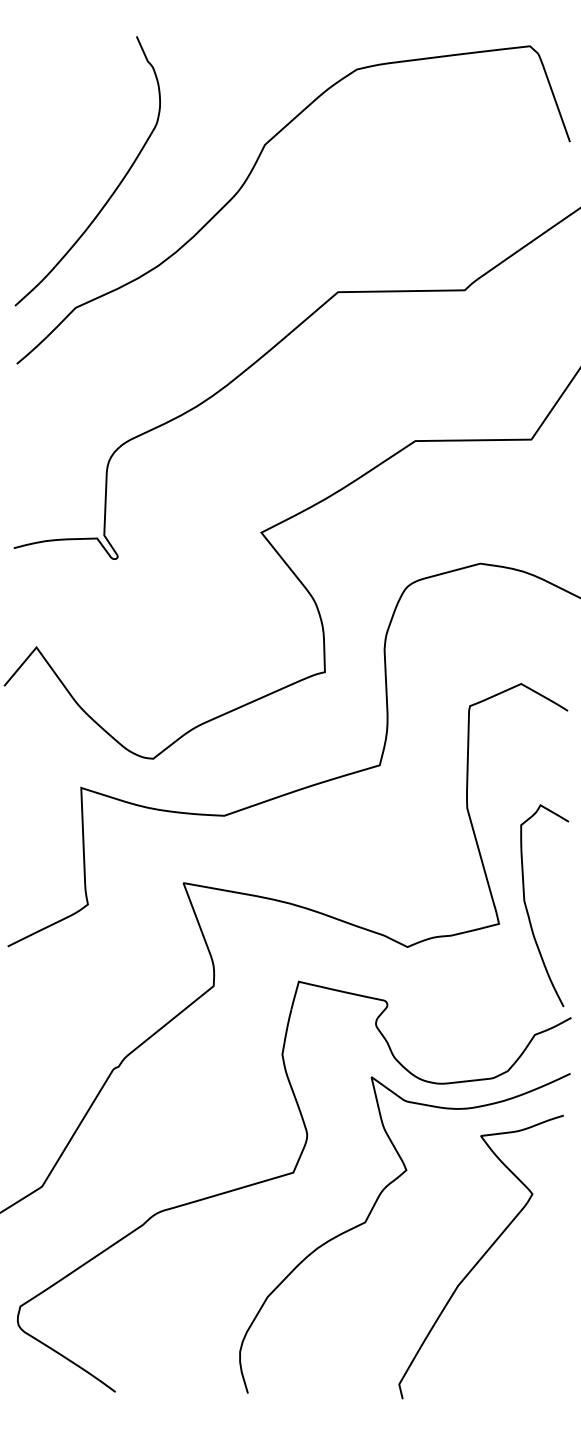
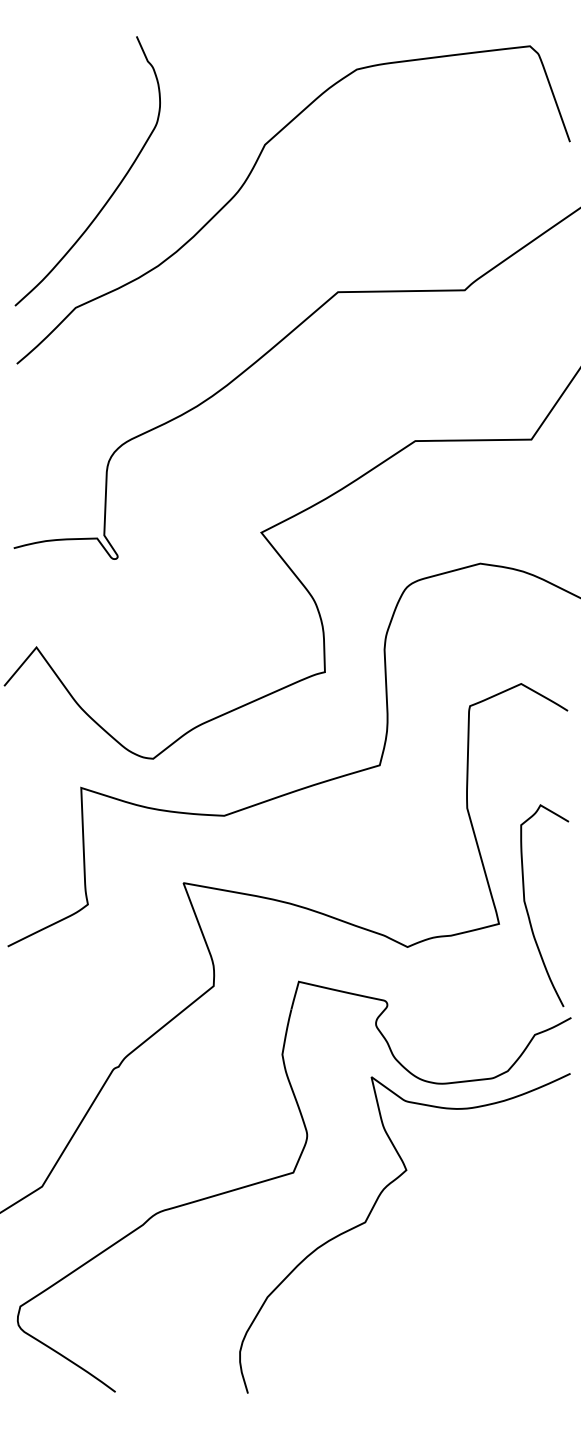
curve at (481, 1256): present -> none
